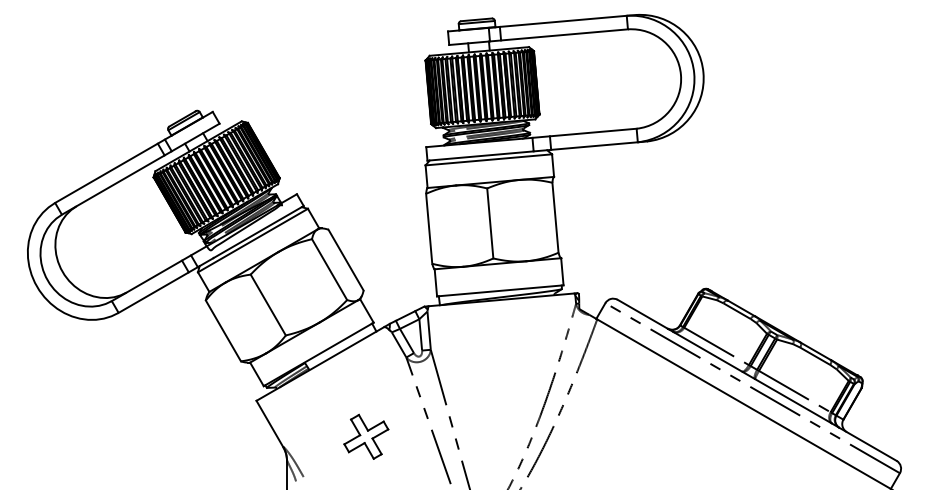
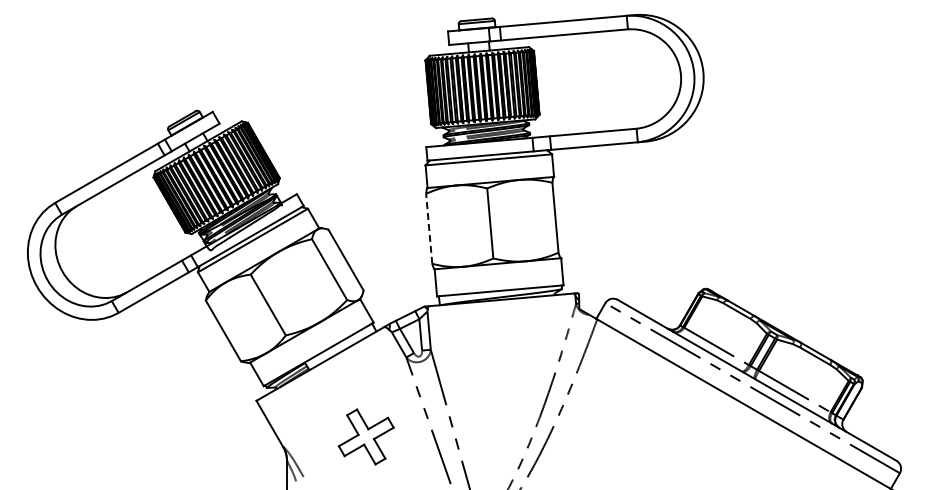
line at (429, 228): solid -> dashed
part at (366, 436) size: 47x47 px -> 58x58 px
